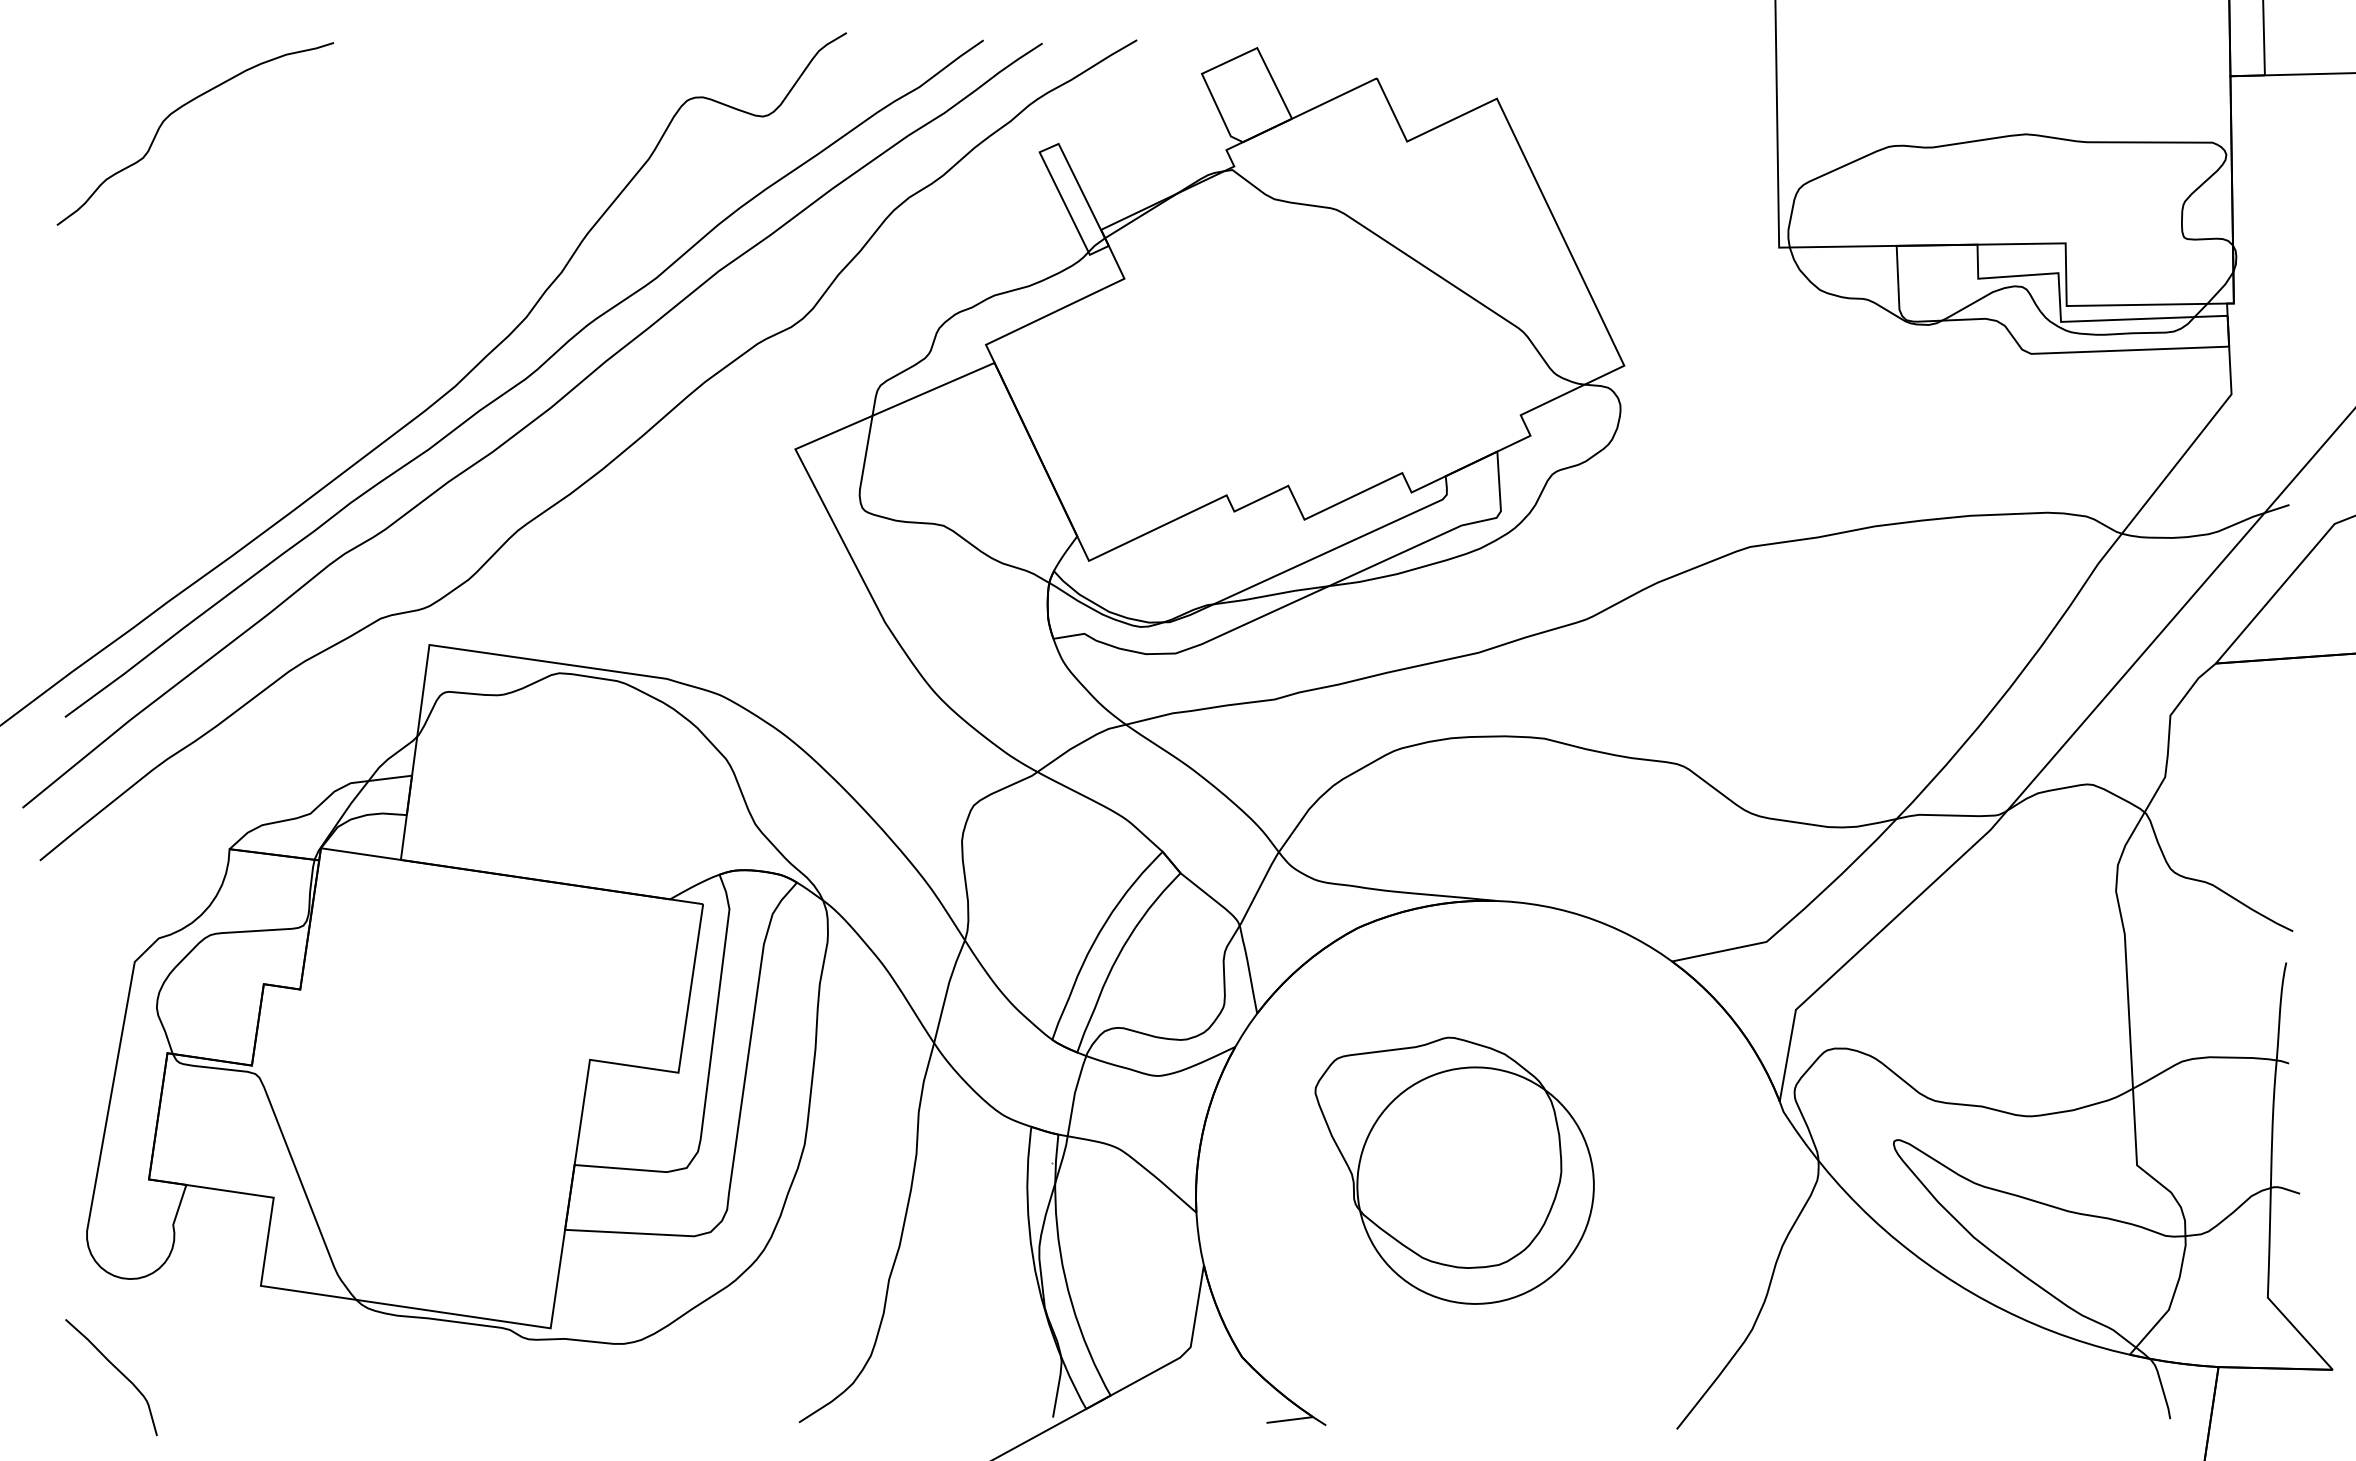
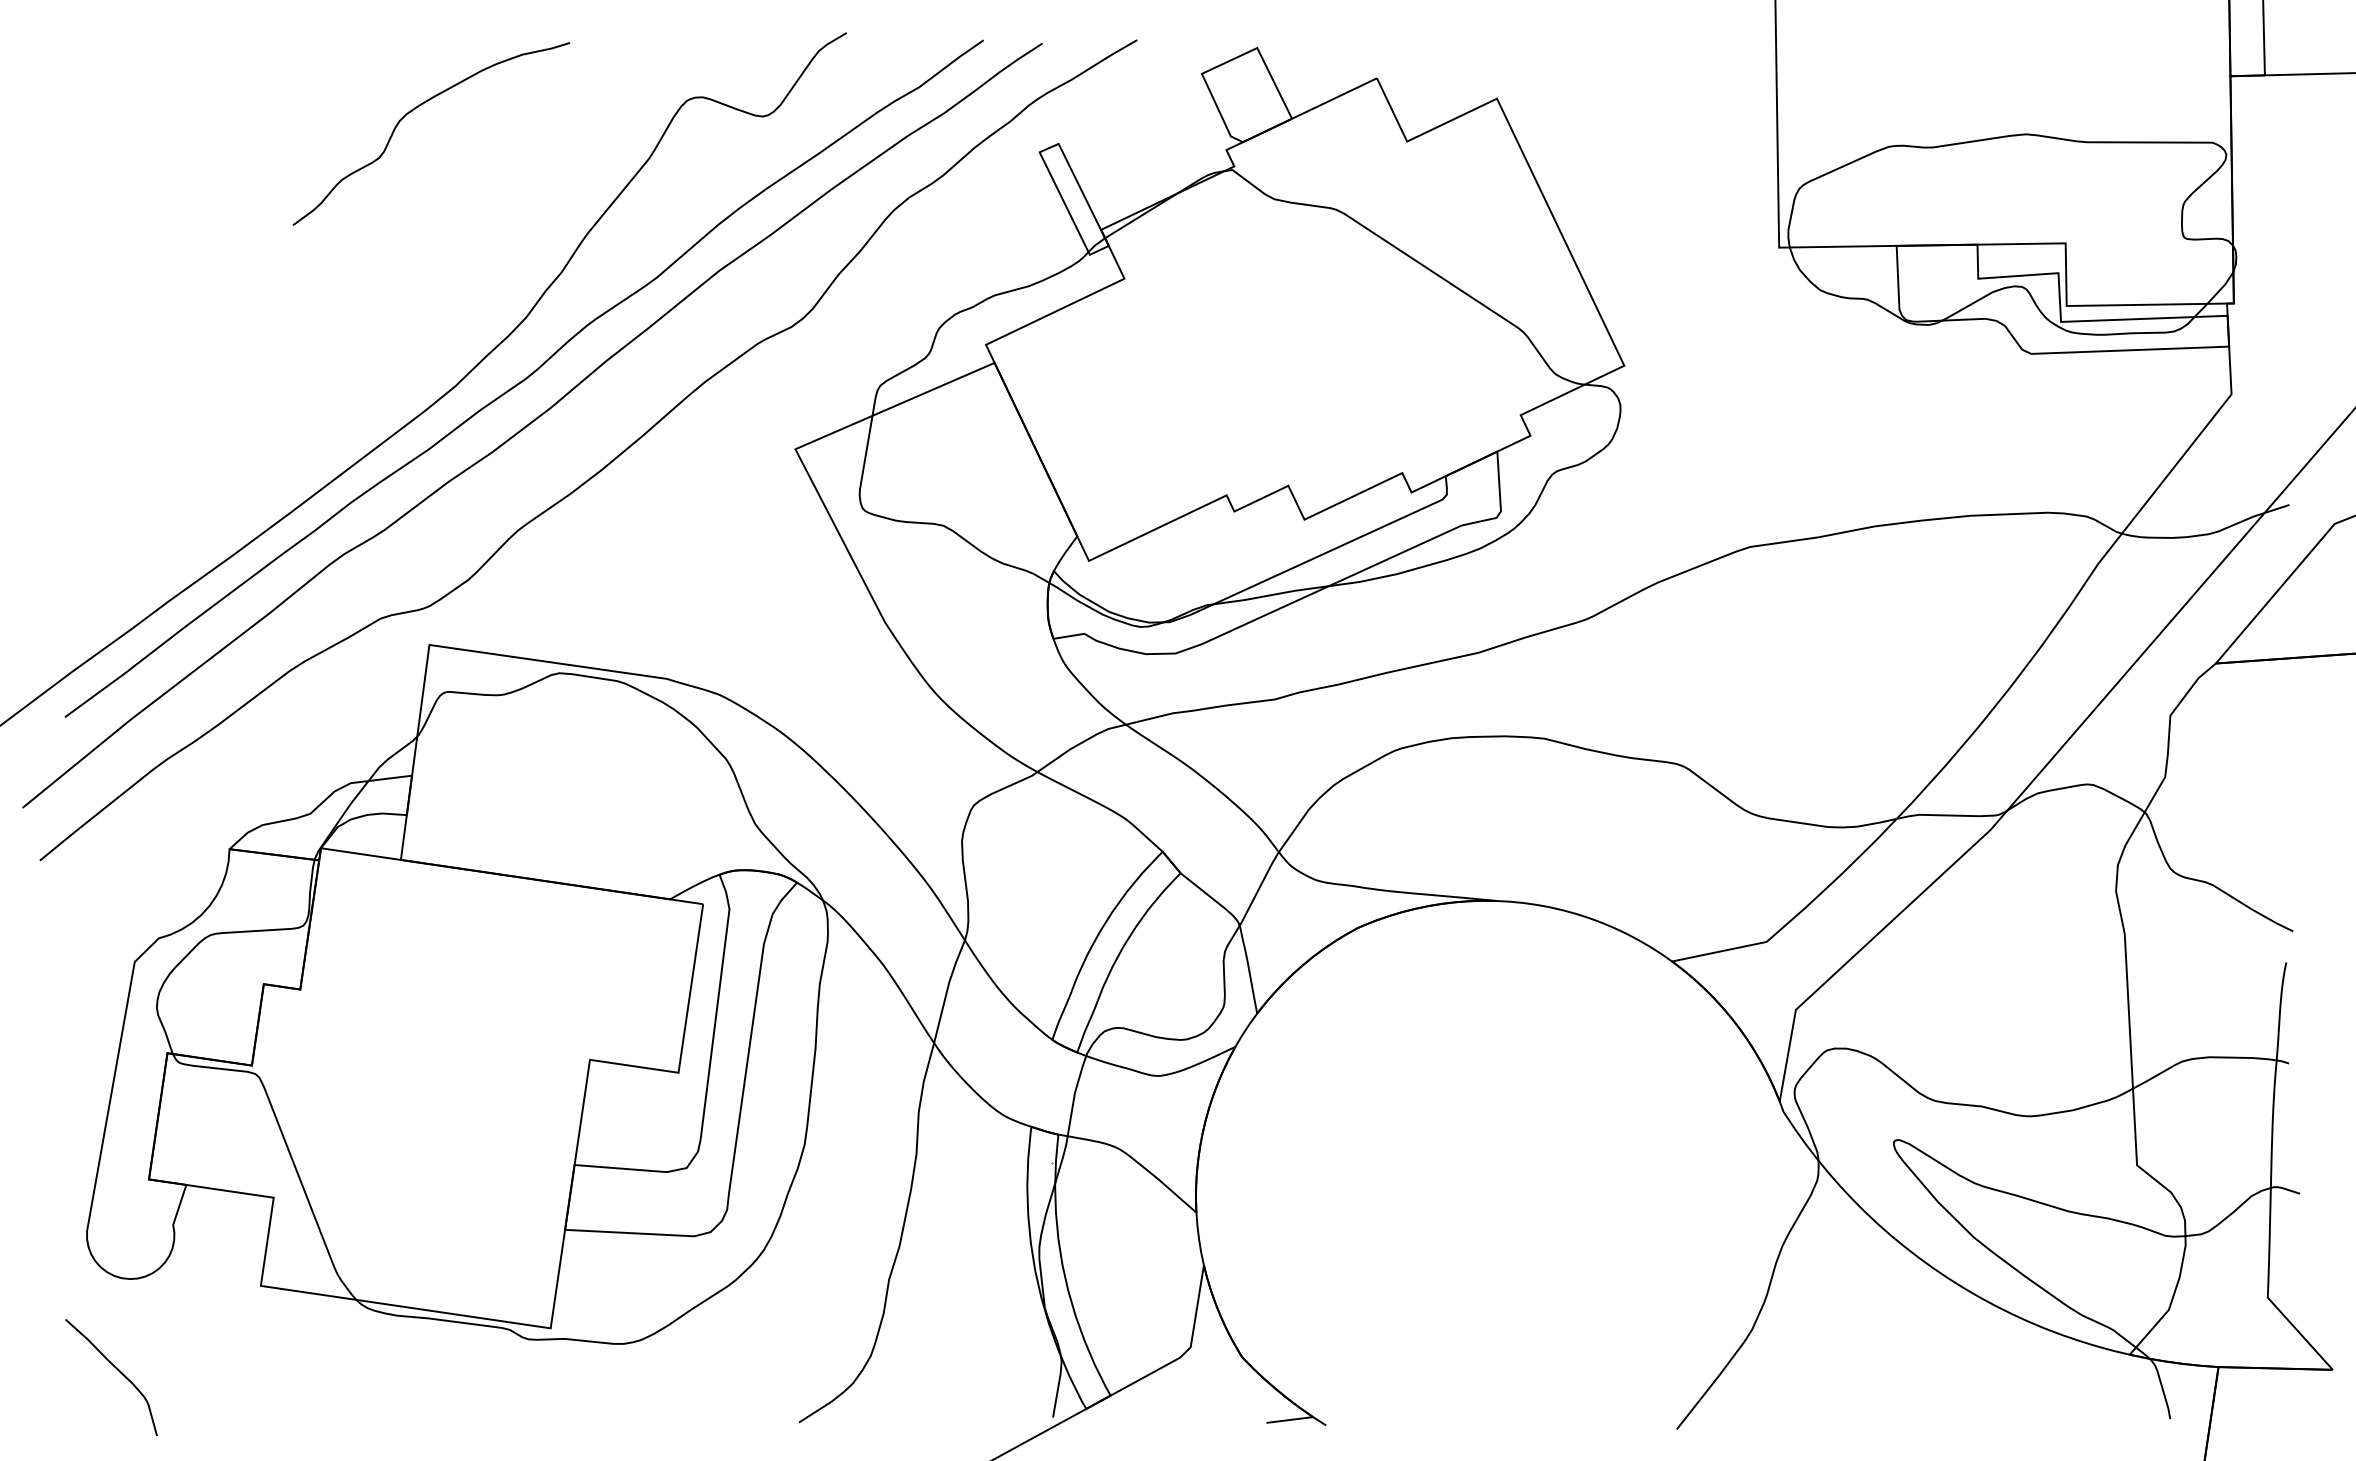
curve at (179, 109) position: (179, 109) -> (415, 109)
part at (1454, 1170): present -> none
